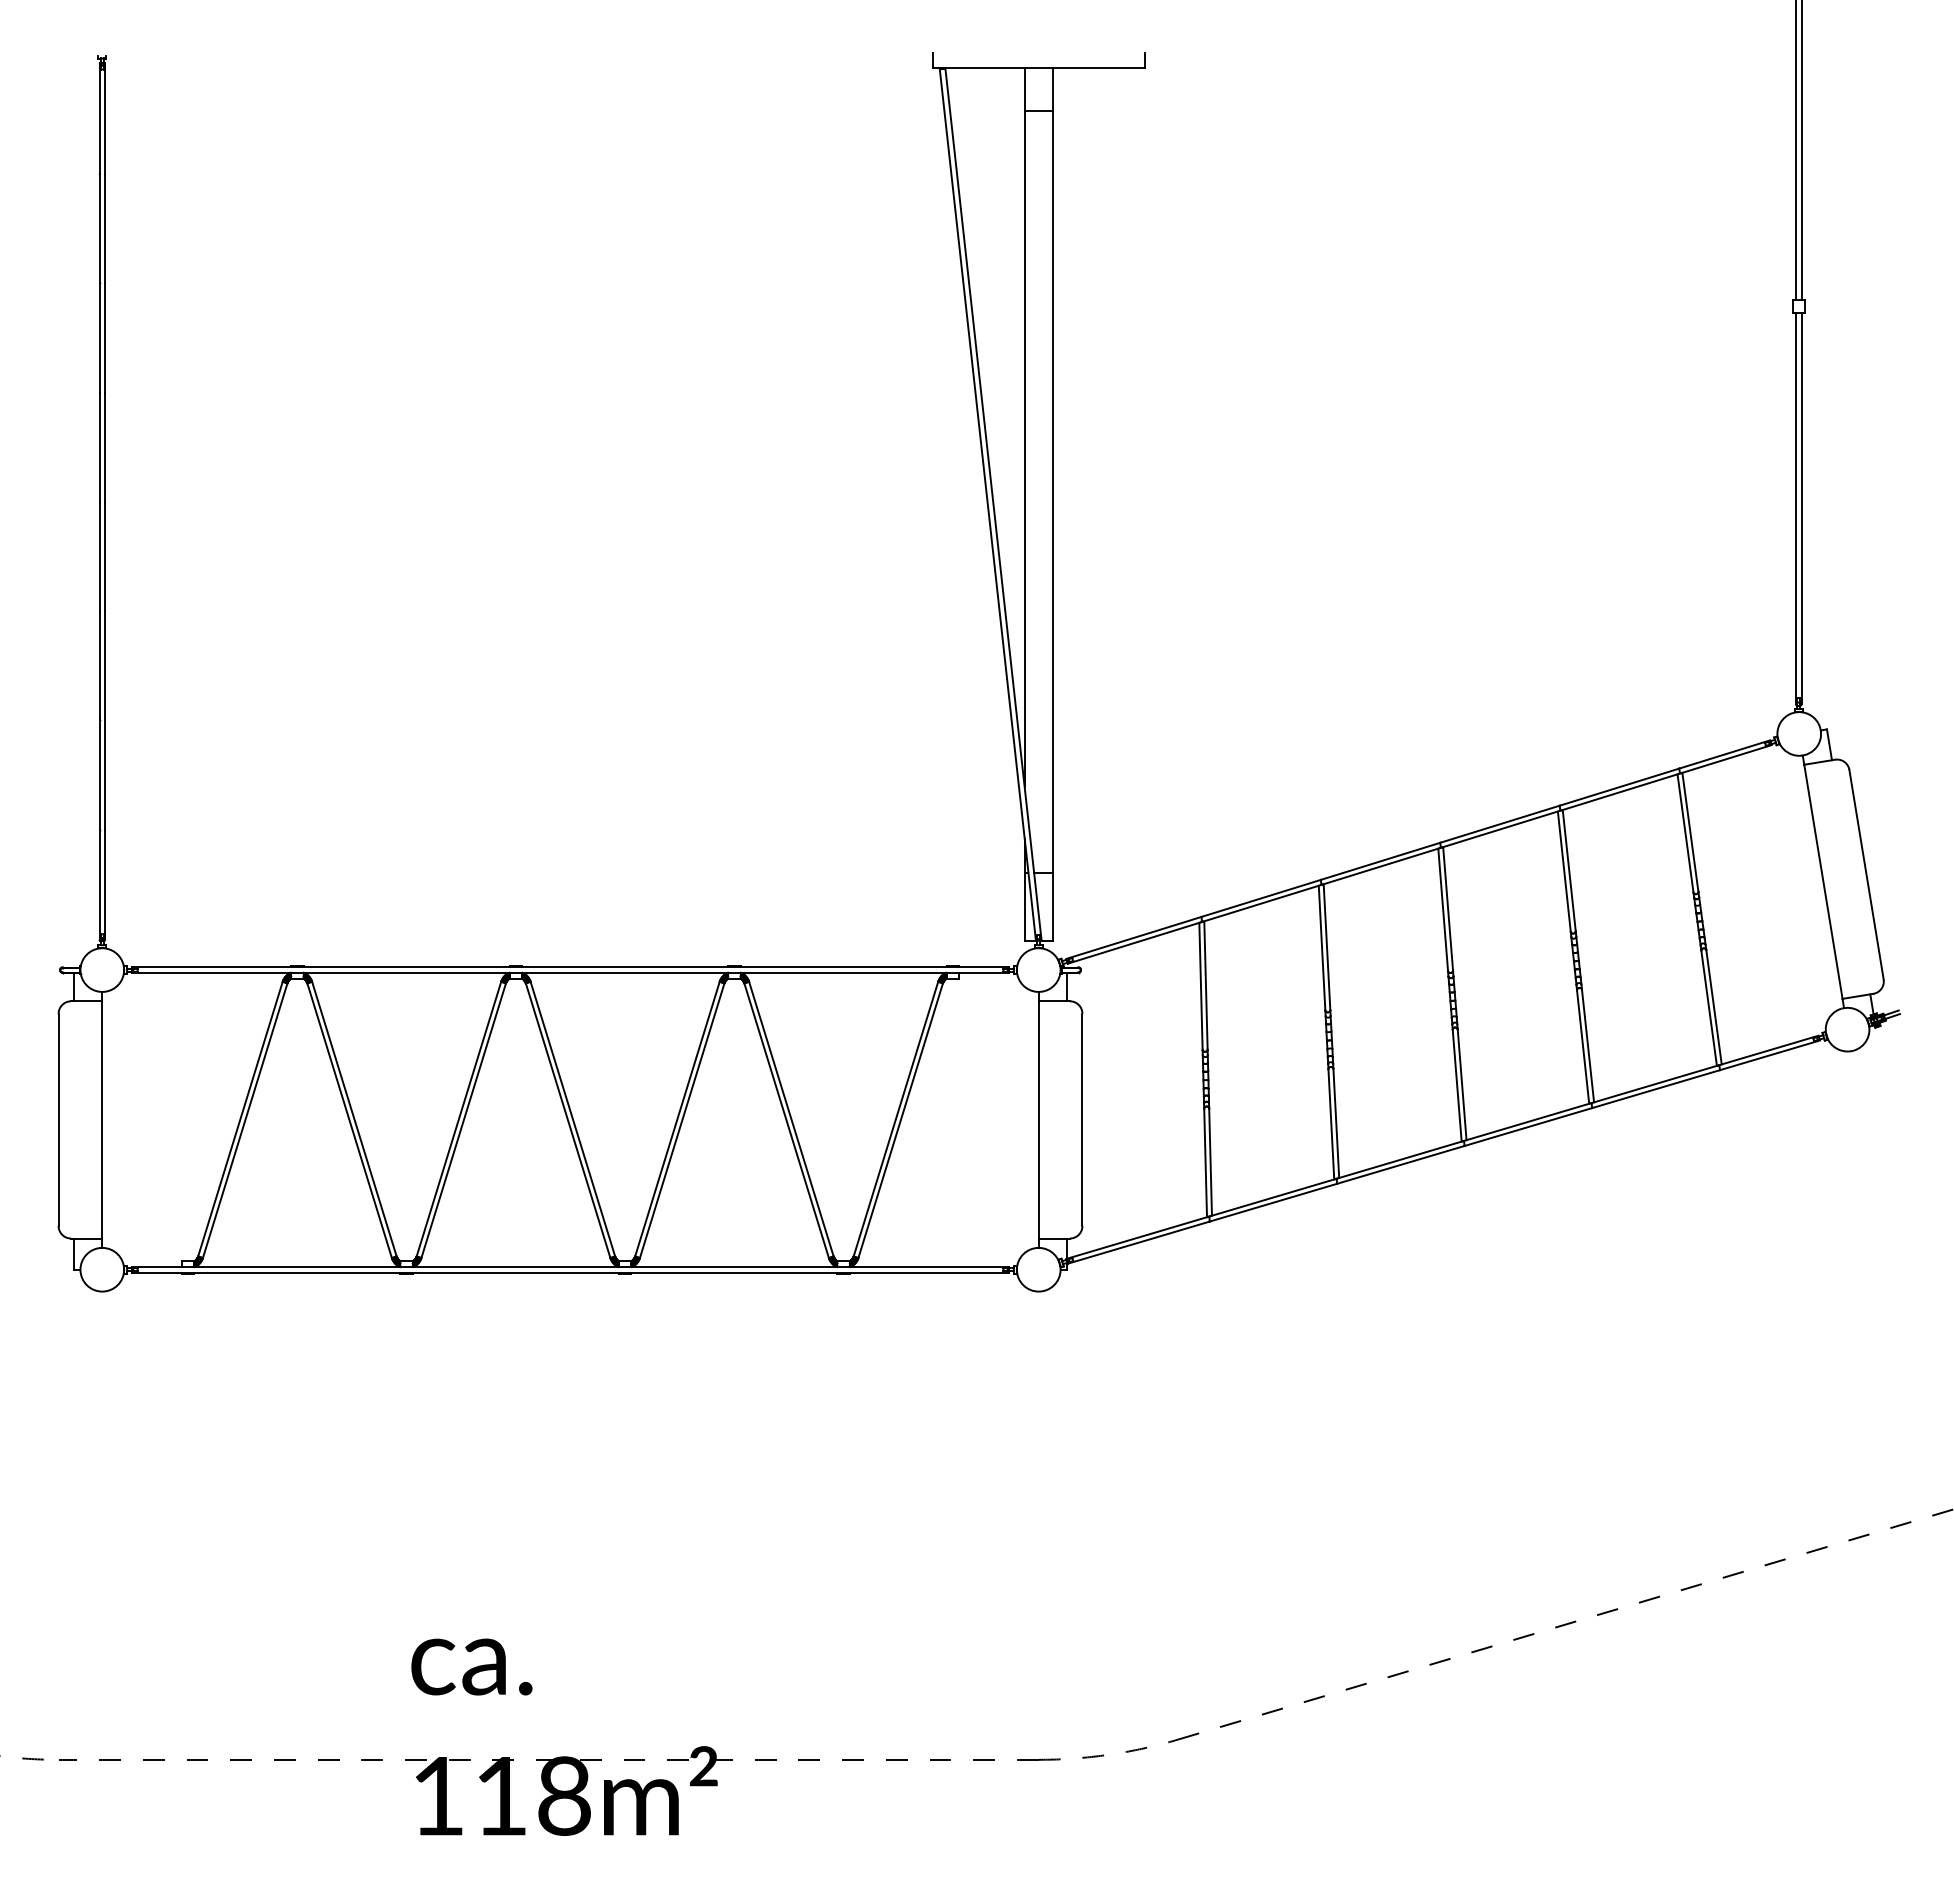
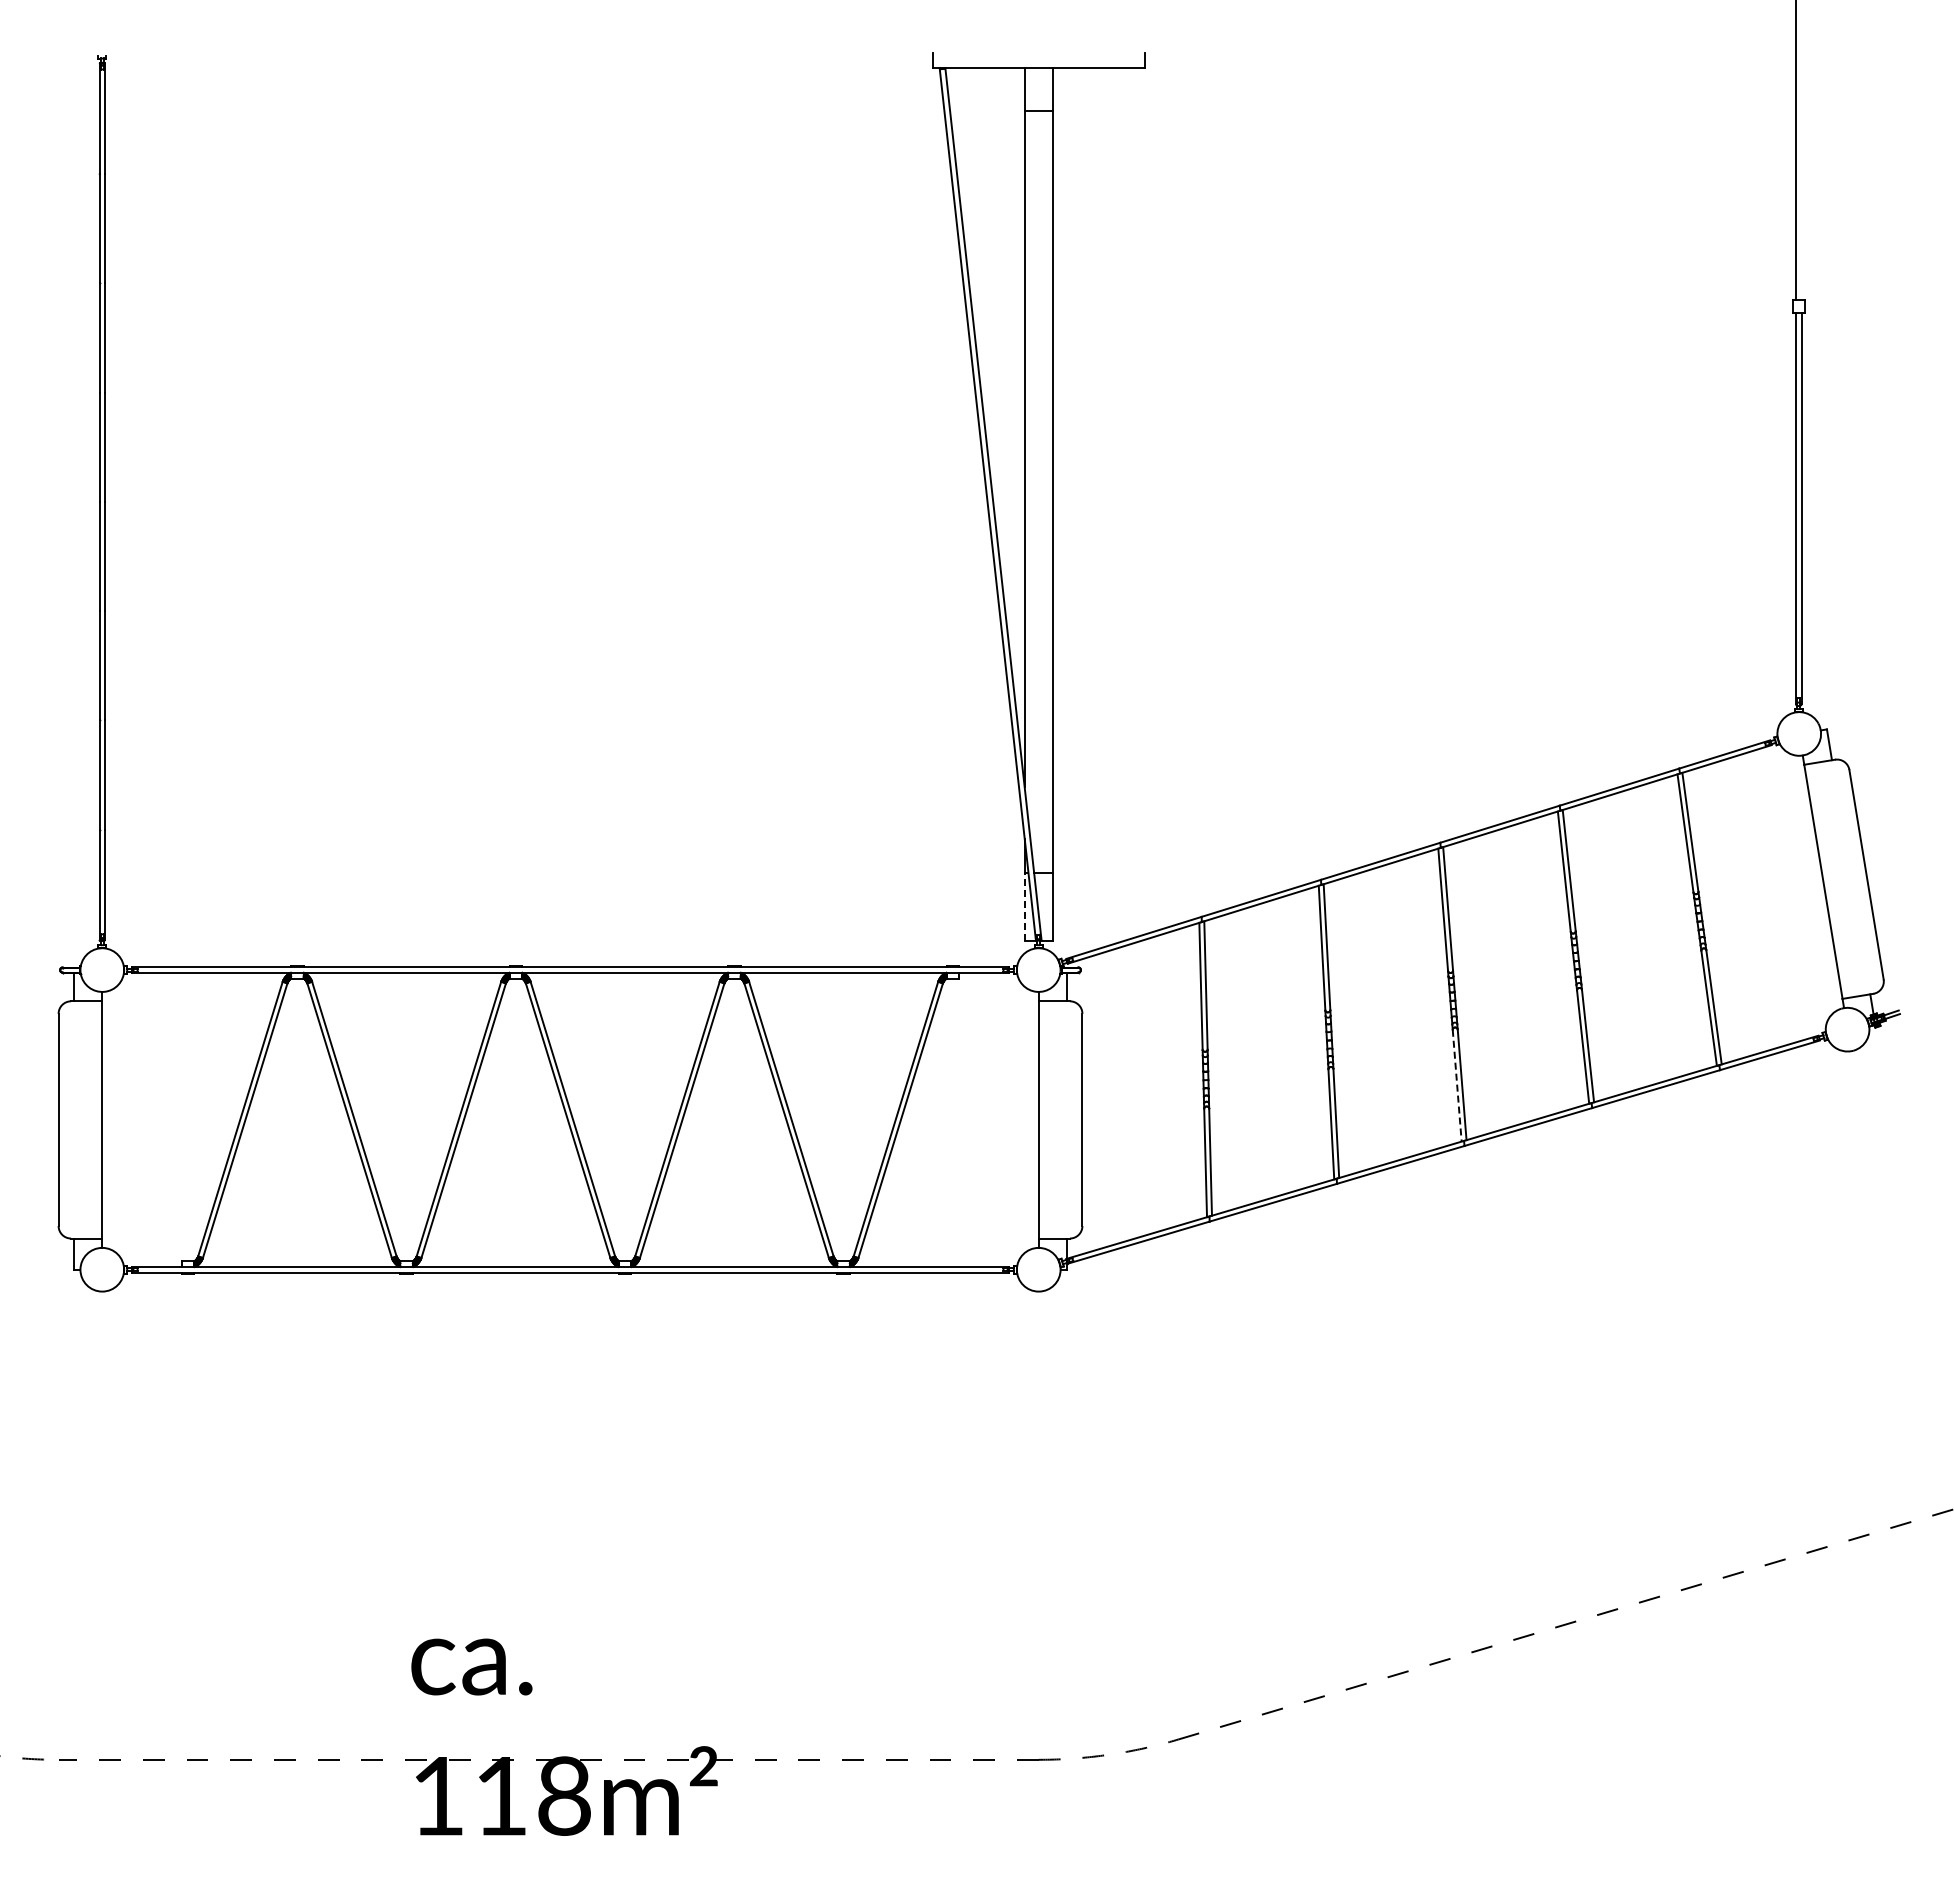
line at (1801, 151): present -> none
line at (1024, 906): solid -> dashed
line at (1457, 1086): solid -> dashed
